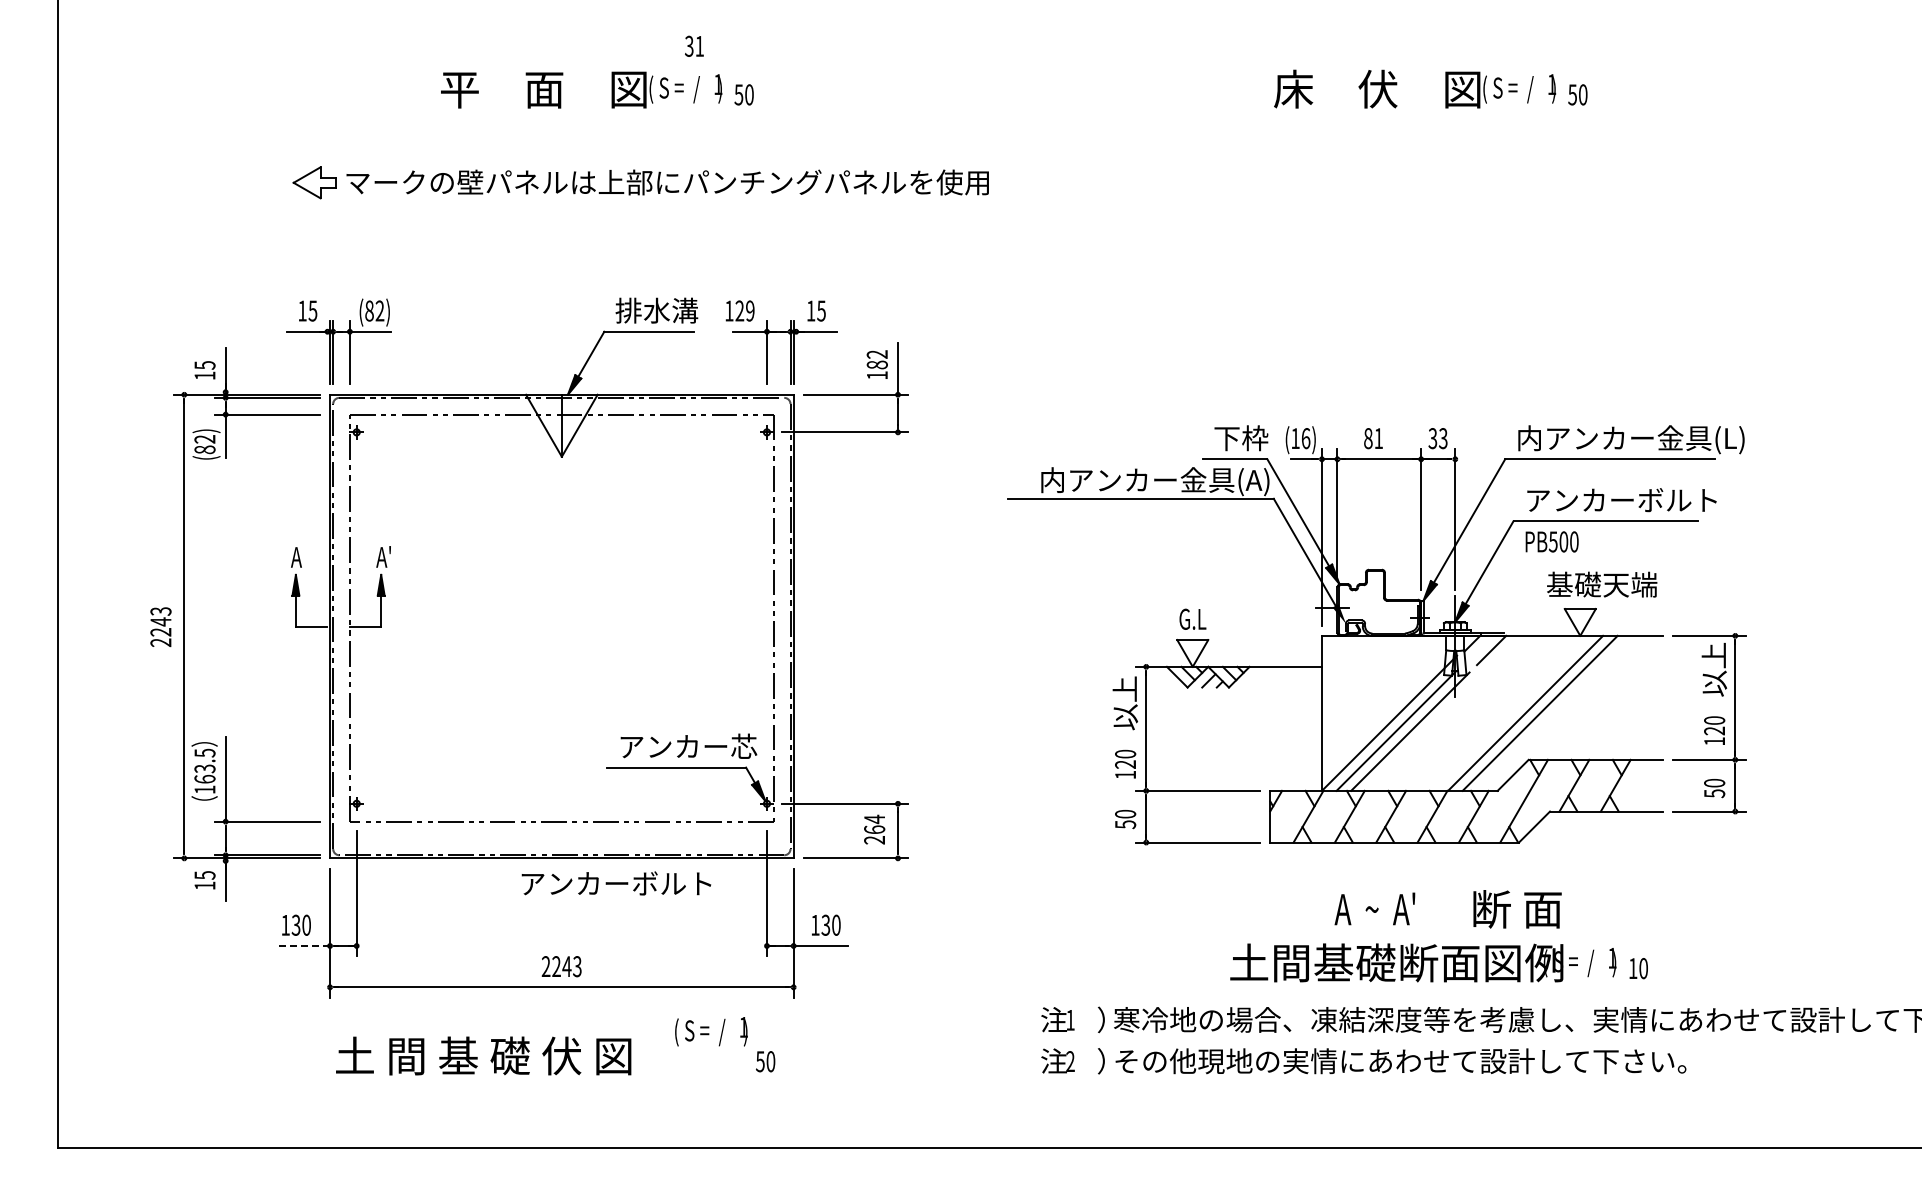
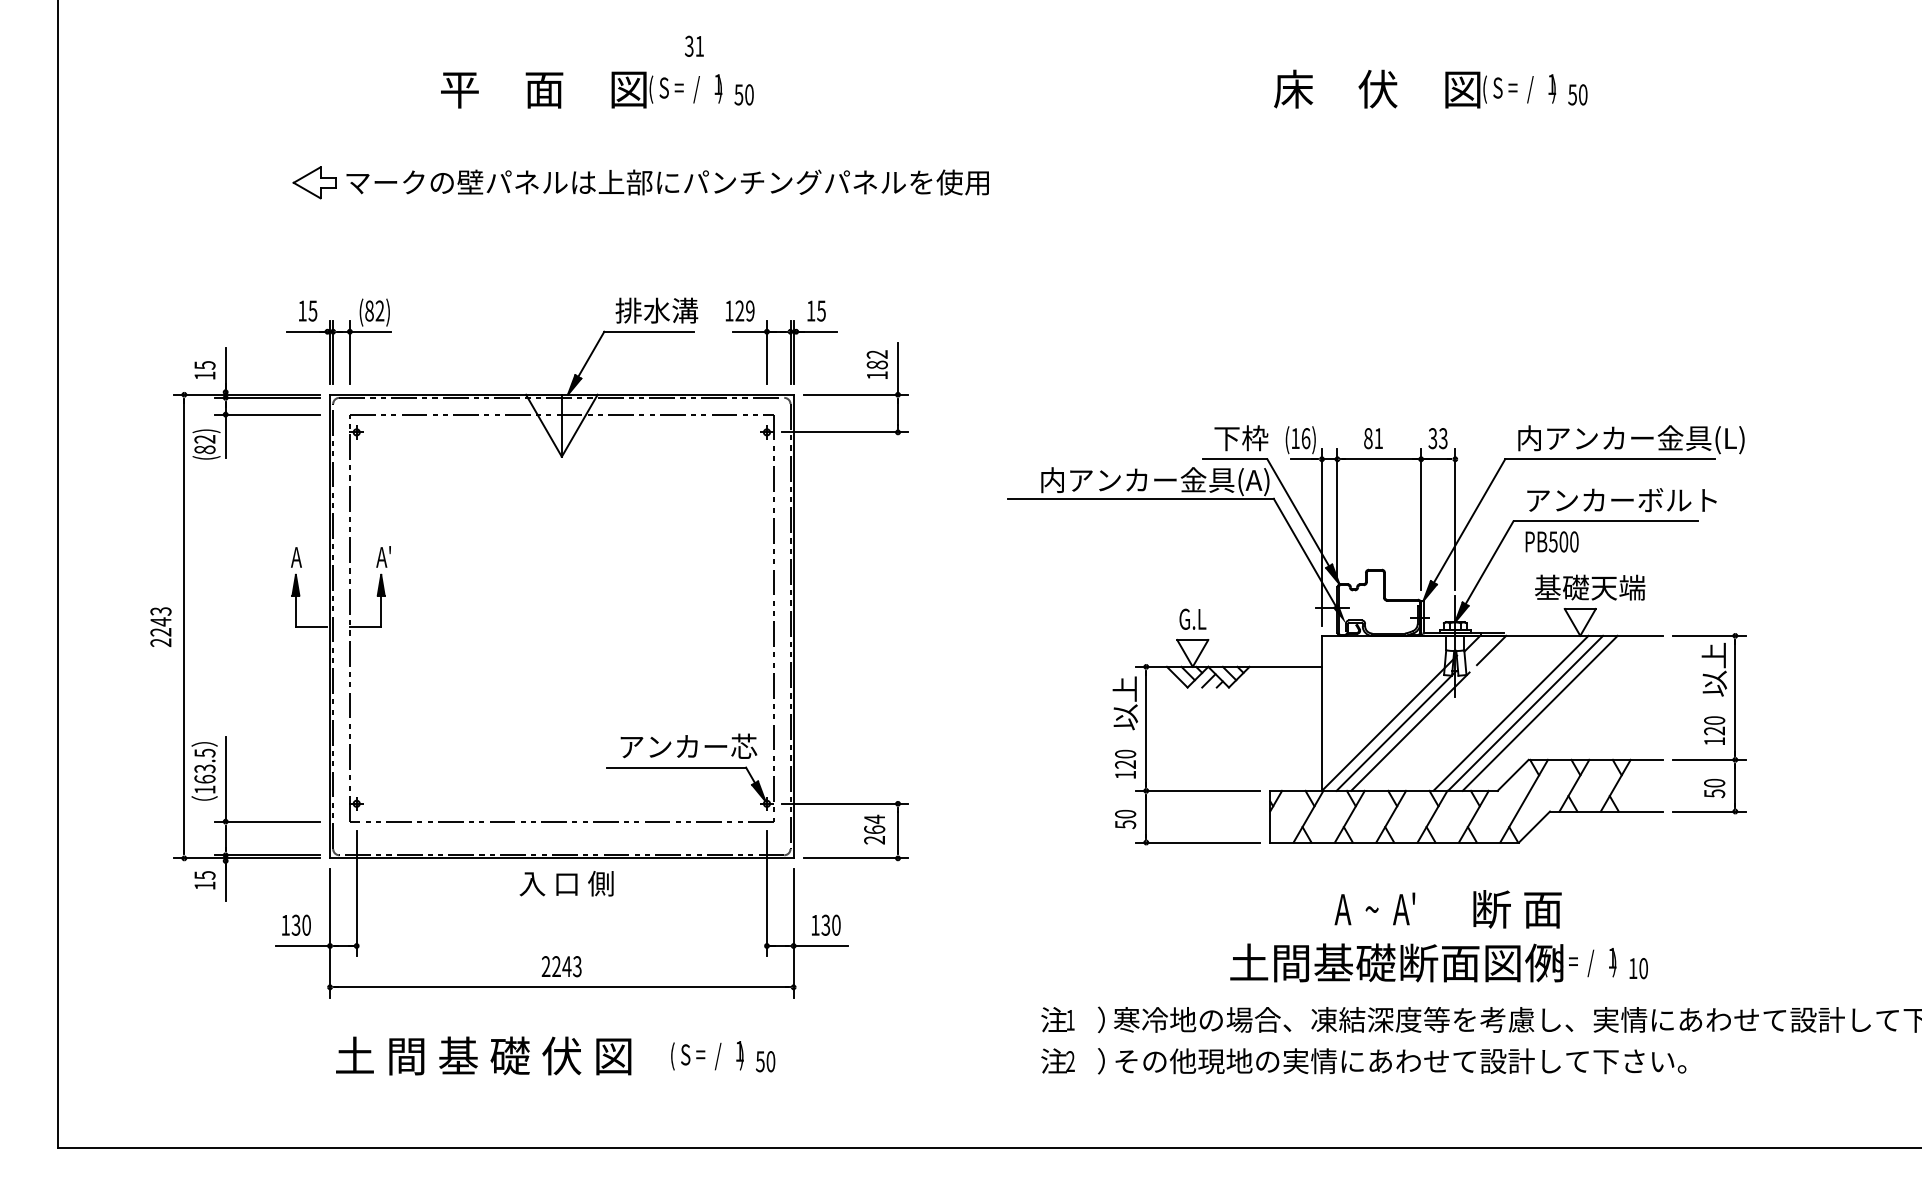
text at (1602, 584) position: (1602, 584) -> (1590, 587)
line at (1510, 712): none -> present
text at (615, 883): アンカーボルト -> 入 口 側
line at (302, 945): dashed -> solid
text at (711, 1031) position: (711, 1031) -> (707, 1055)
